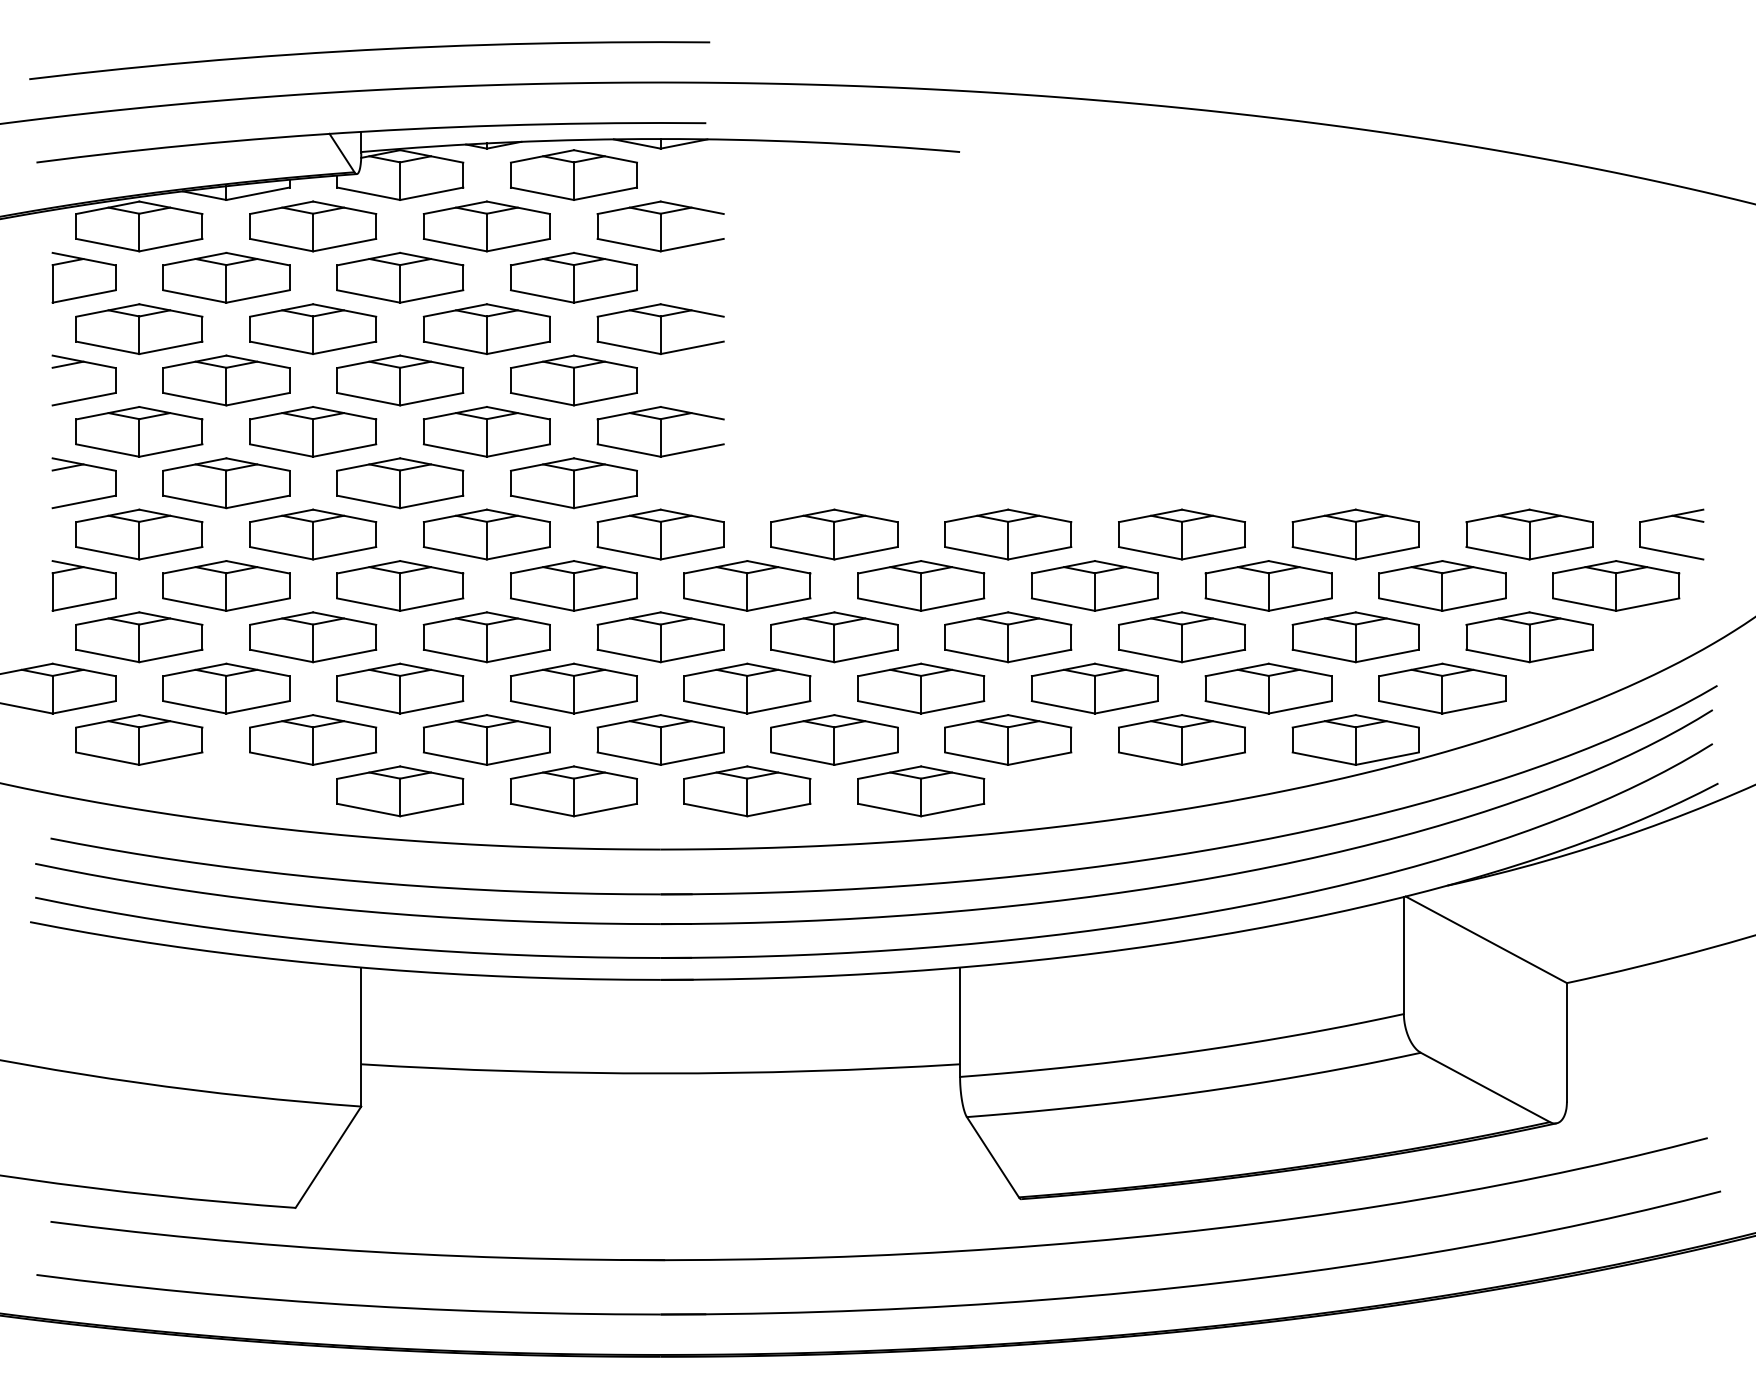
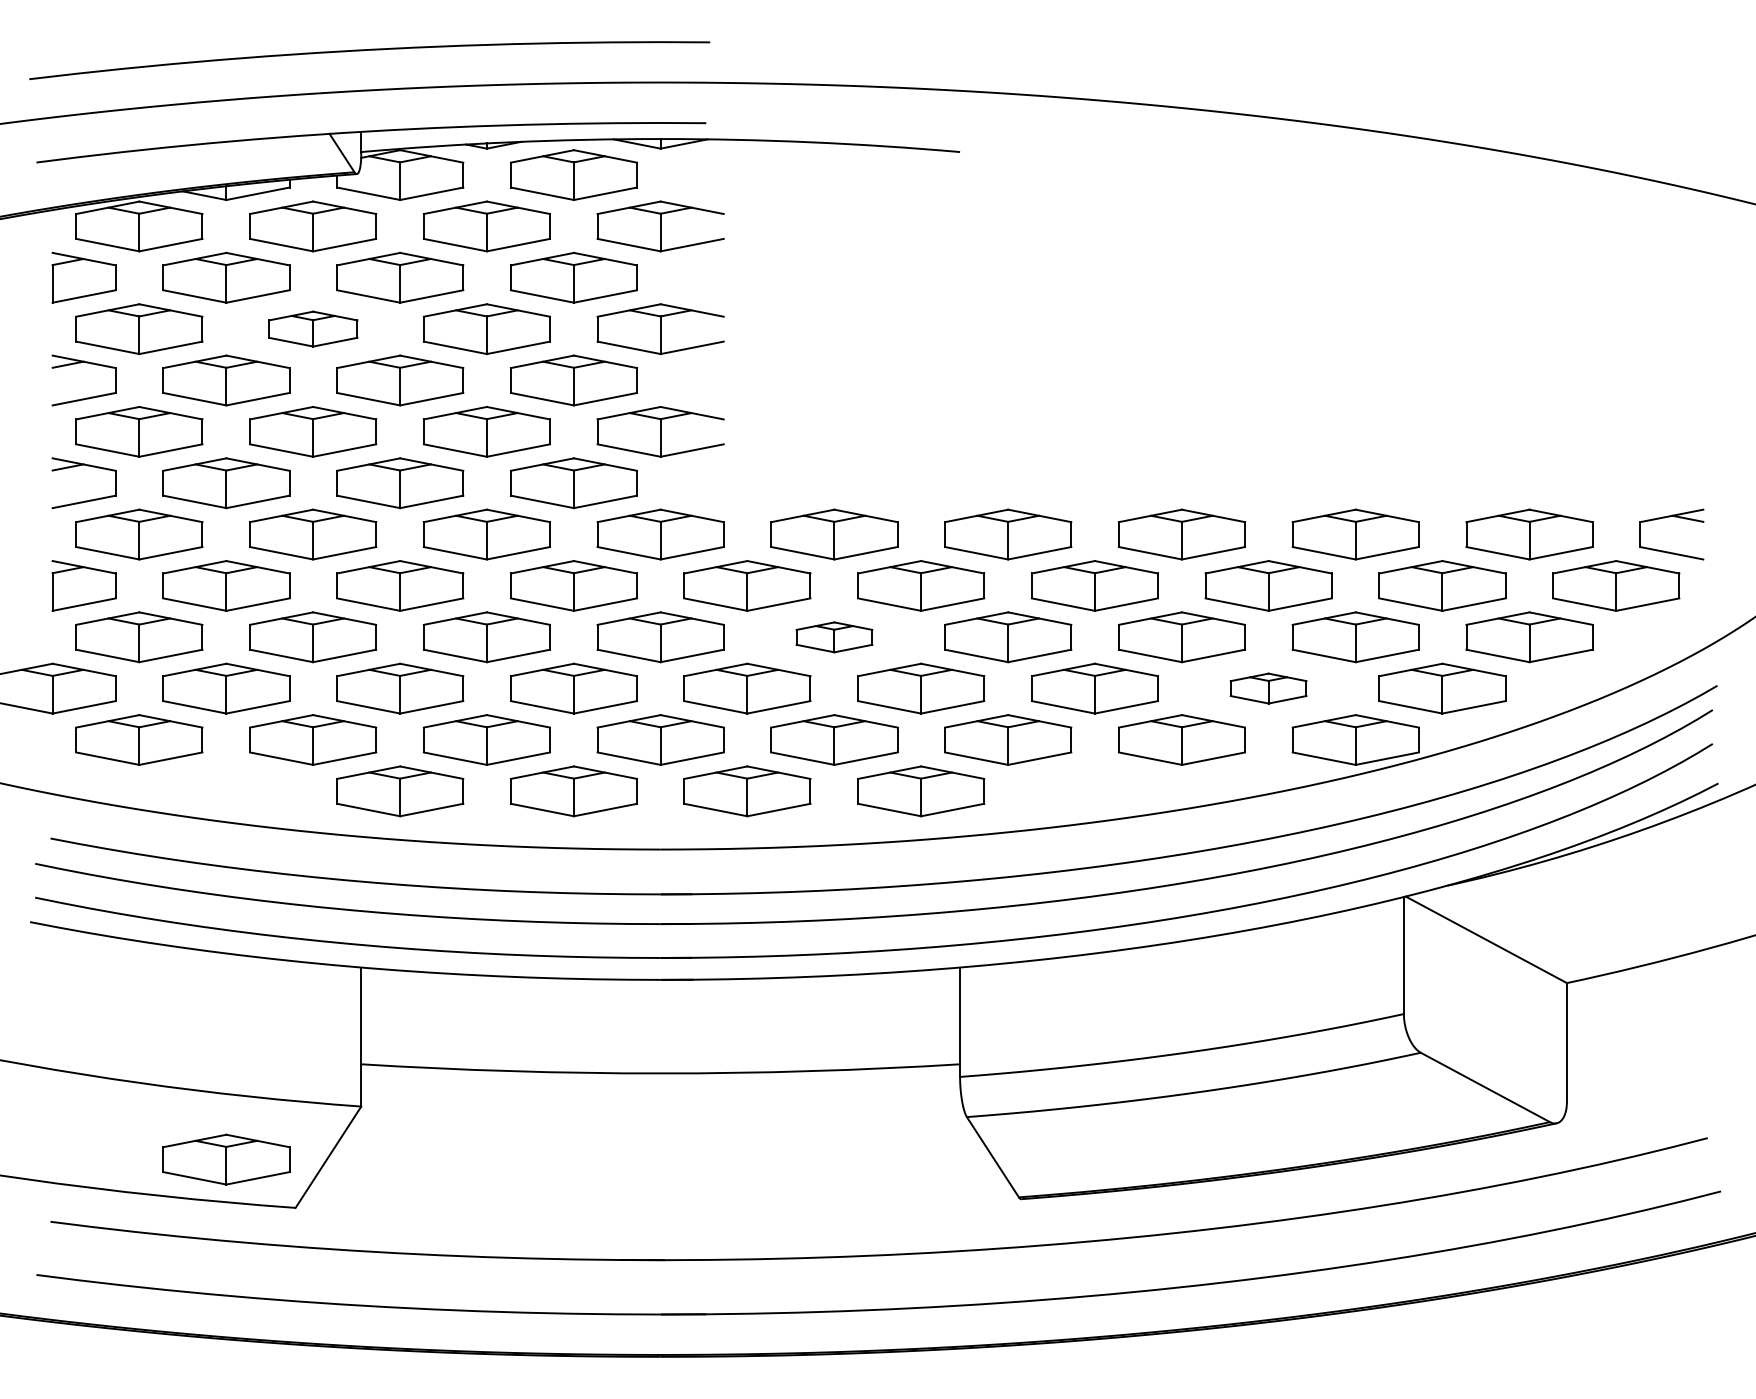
part at (313, 328) size: 129x52 px -> 91x38 px
part at (834, 637) size: 129x53 px -> 79x33 px
part at (1268, 688) size: 129x53 px -> 79x33 px
part at (226, 1159): none -> present
